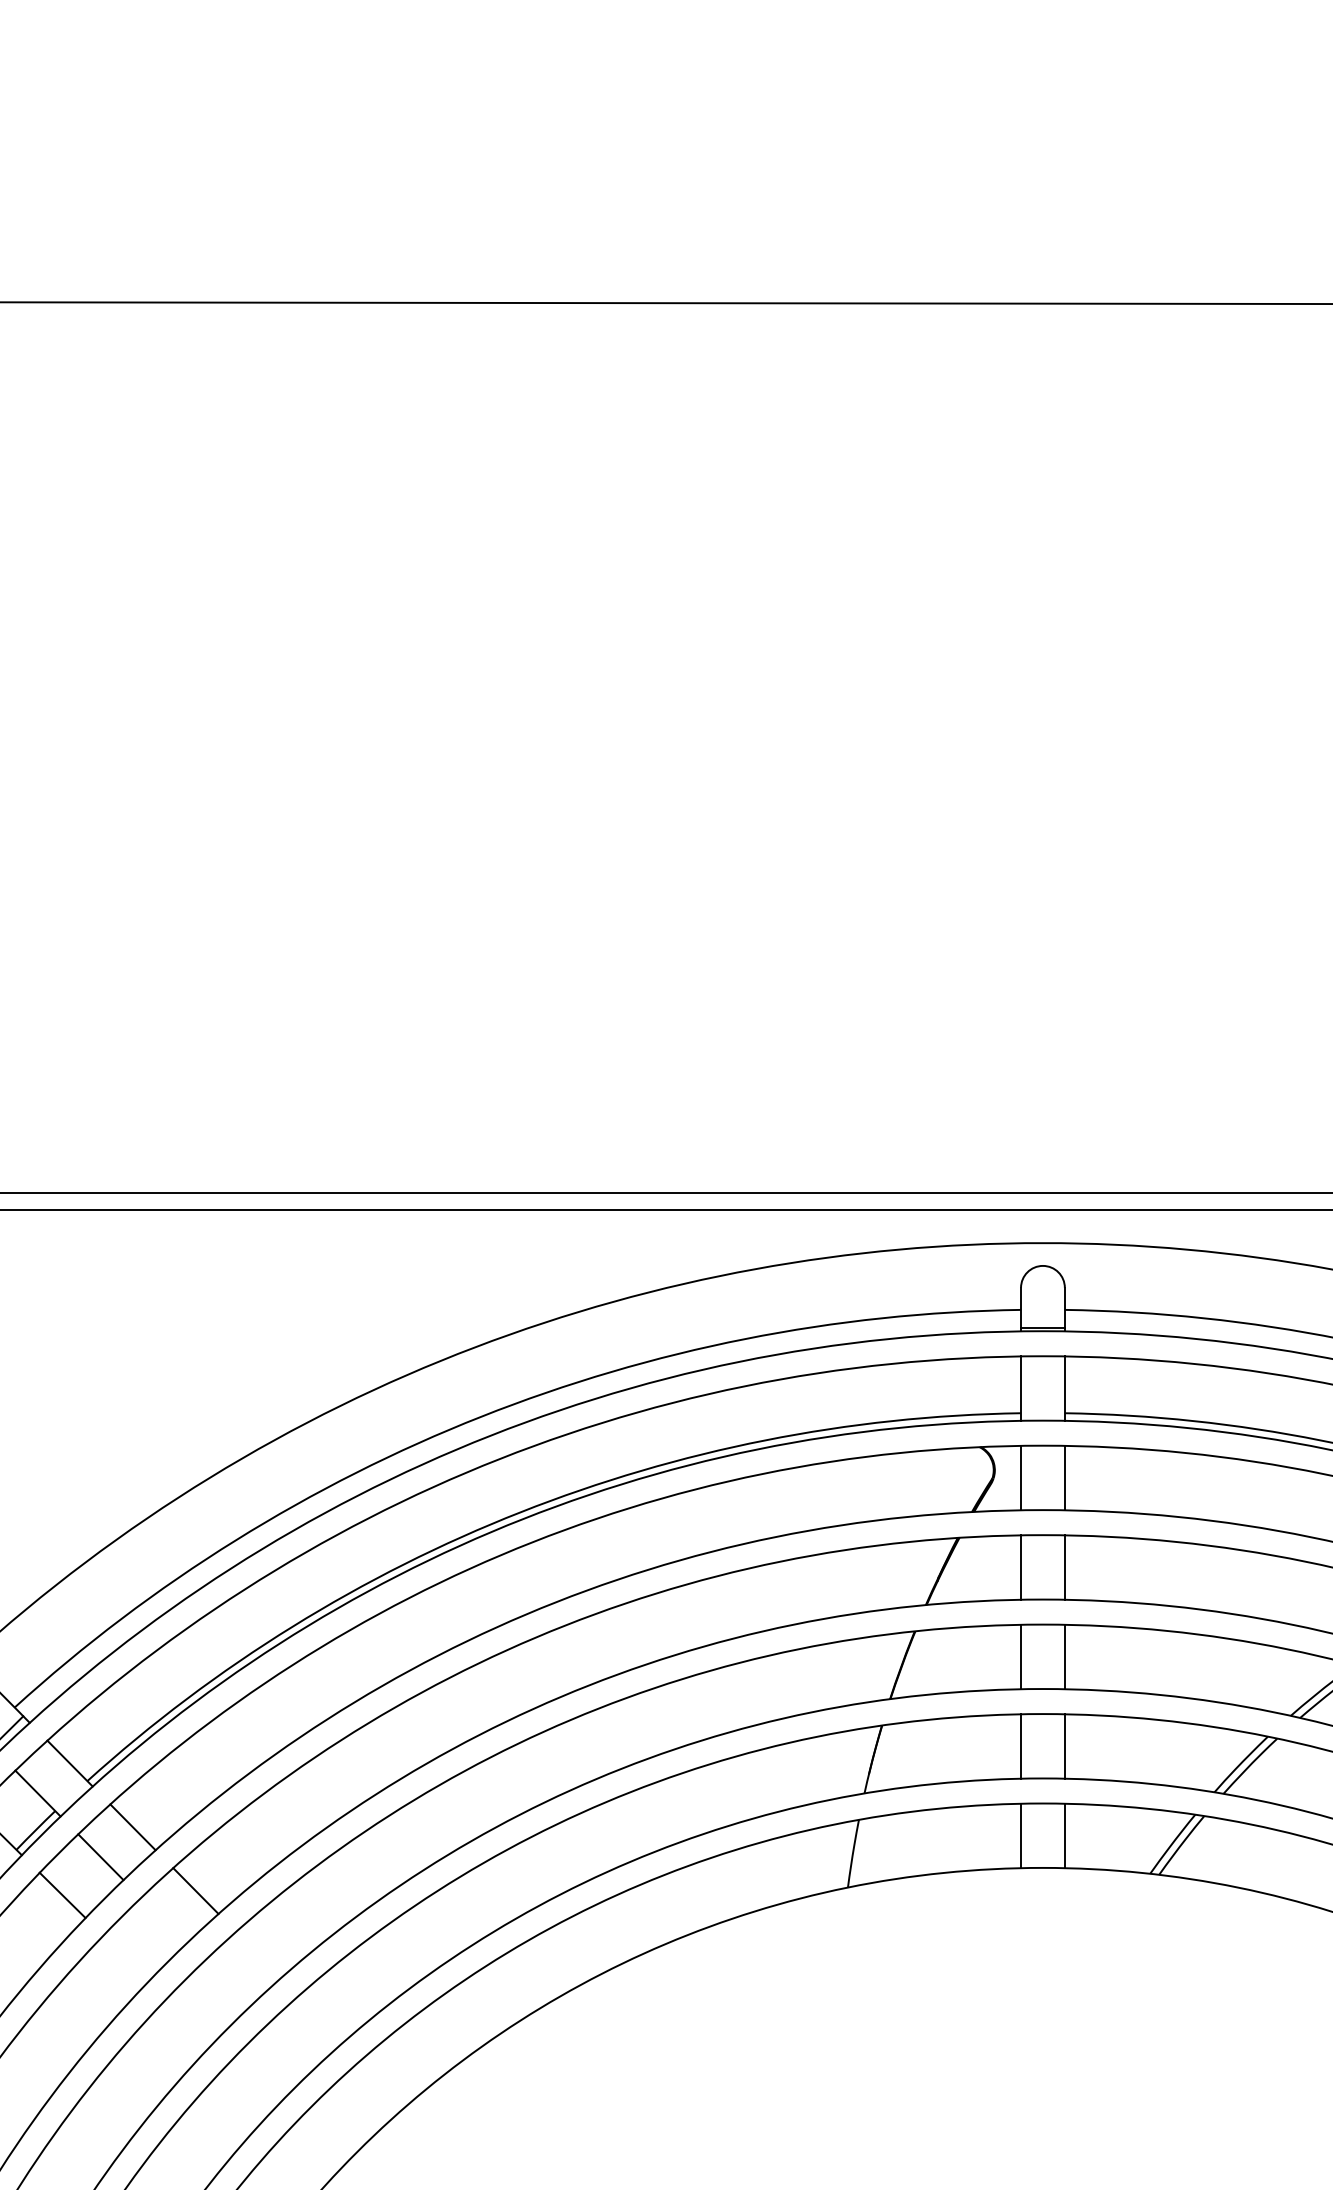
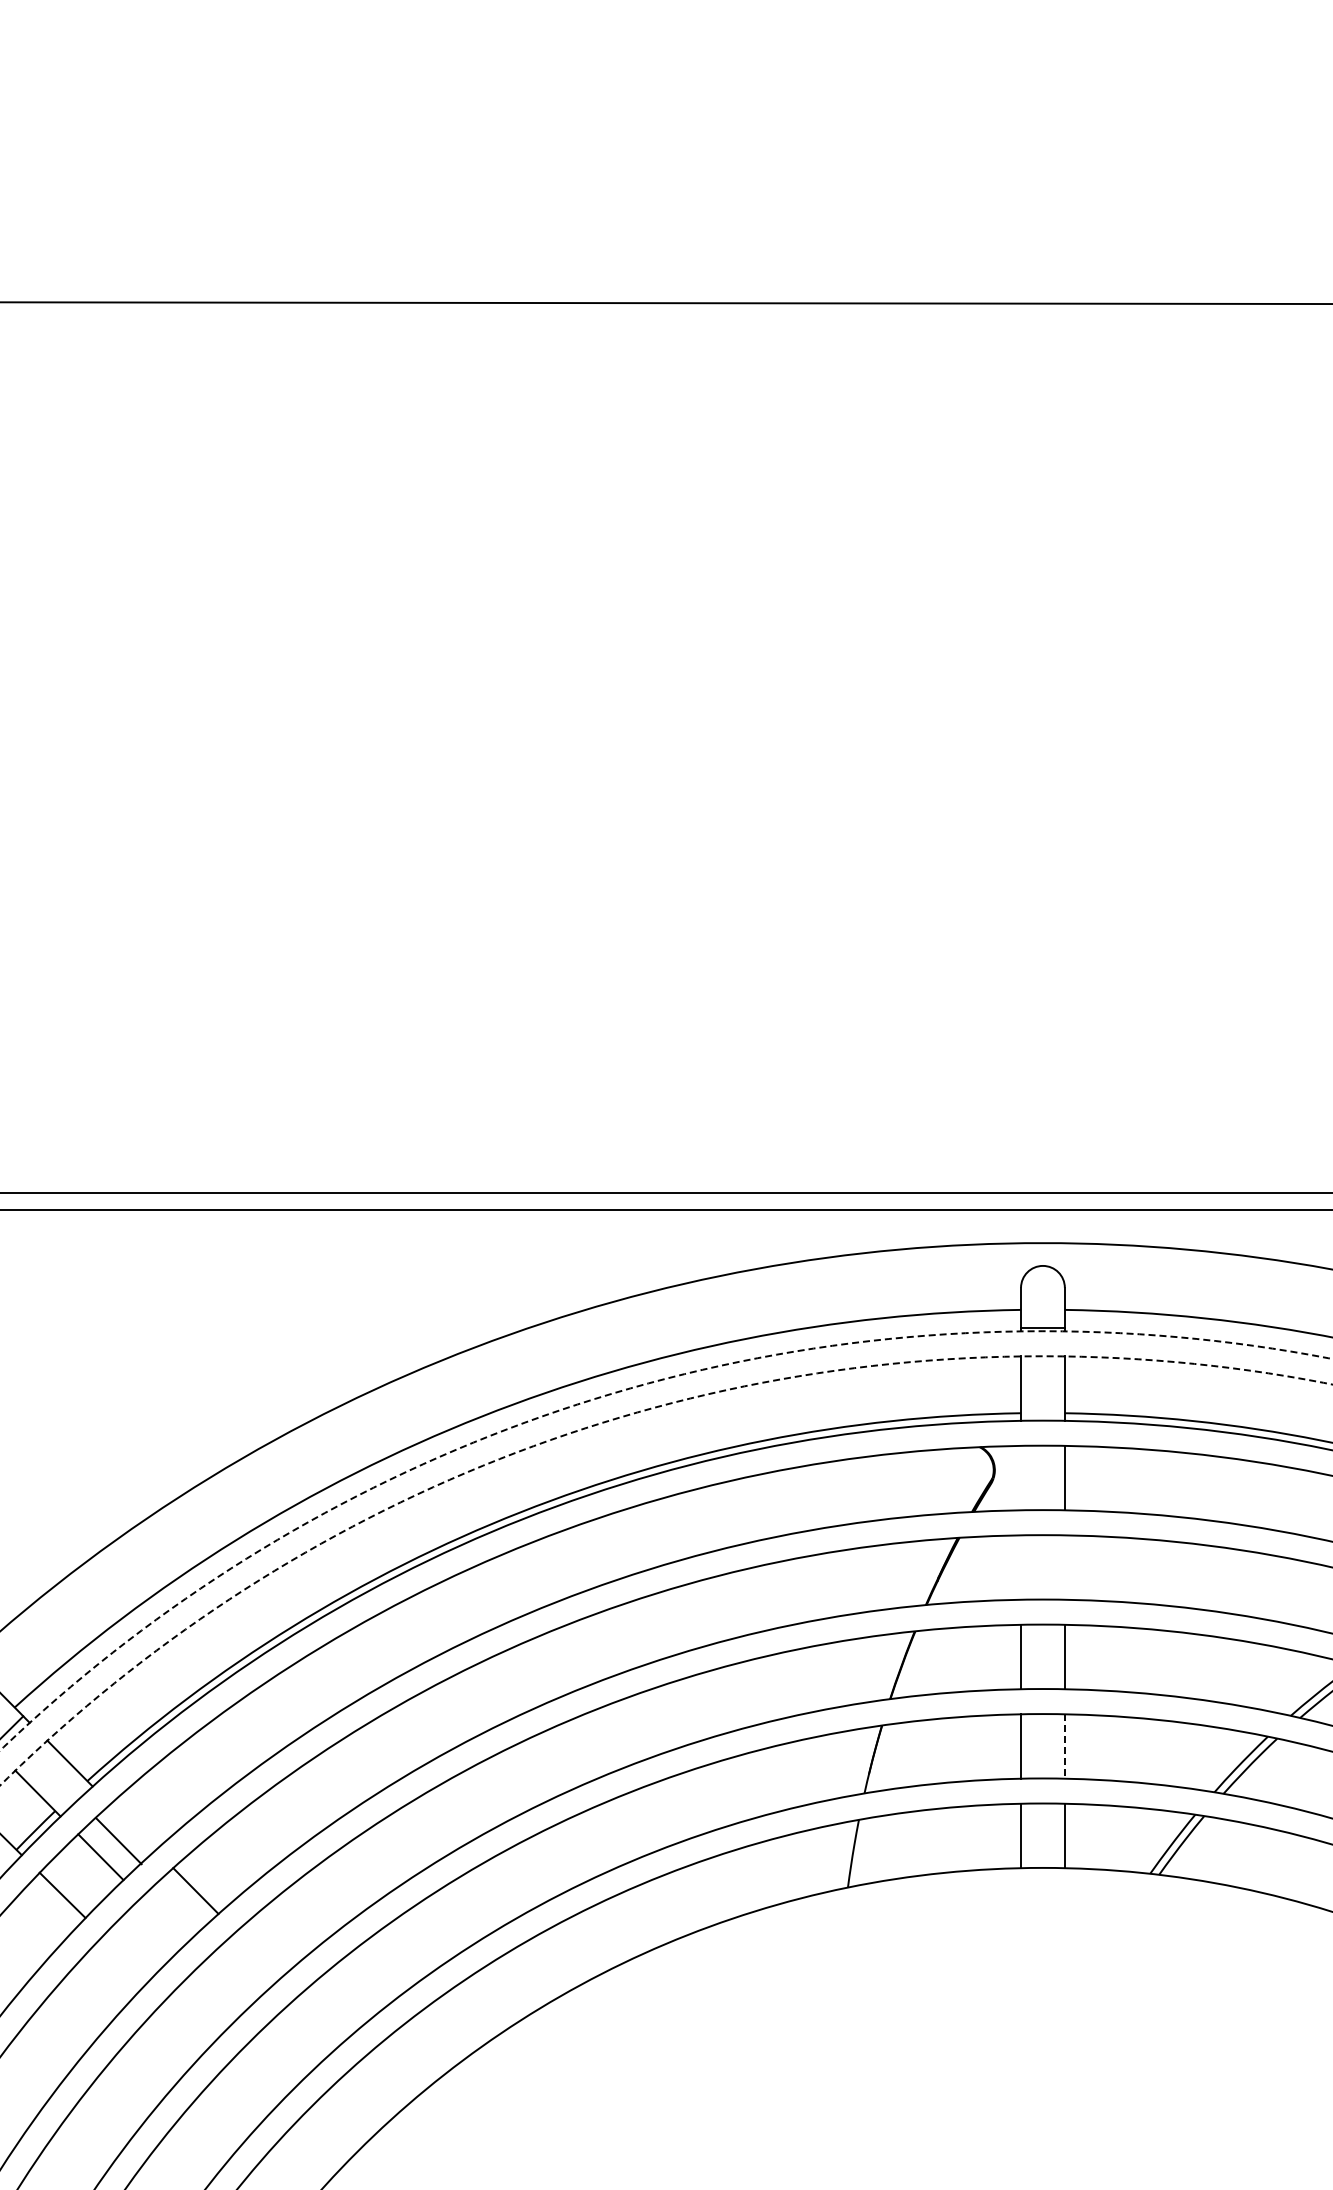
line at (1021, 1477): present -> none
circle at (666, 1540): solid -> dashed
line at (1021, 1567): present -> none
line at (1064, 1567): present -> none
circle at (666, 1570): solid -> dashed
line at (1064, 1746): solid -> dashed
line at (132, 1827) position: (132, 1827) -> (118, 1841)
